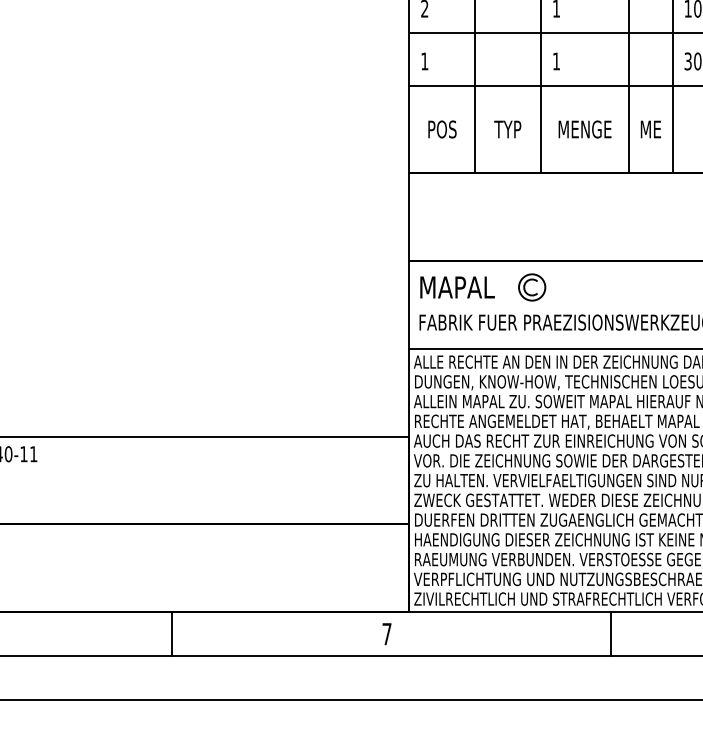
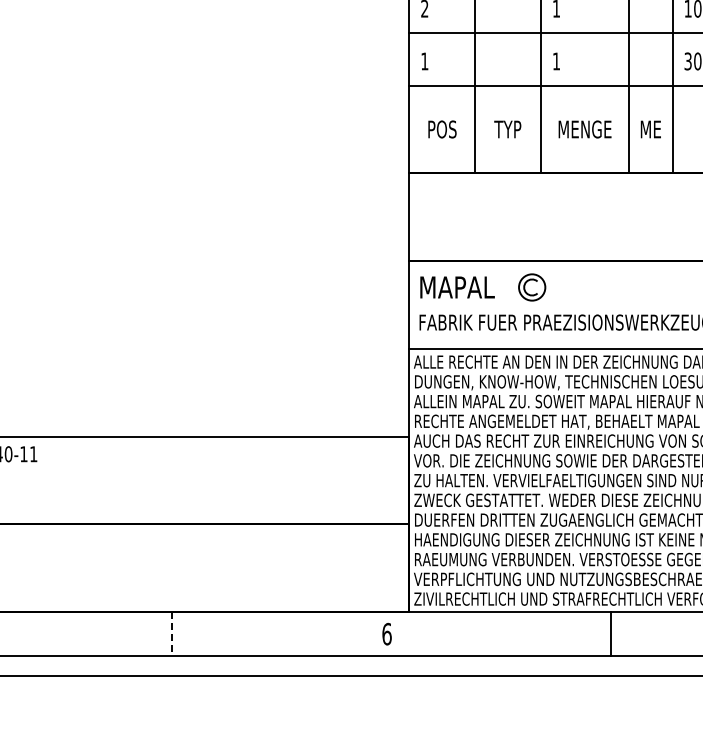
text at (386, 633): 7 -> 6
line at (172, 634): solid -> dashed
line at (350, 700) position: (350, 700) -> (350, 676)
